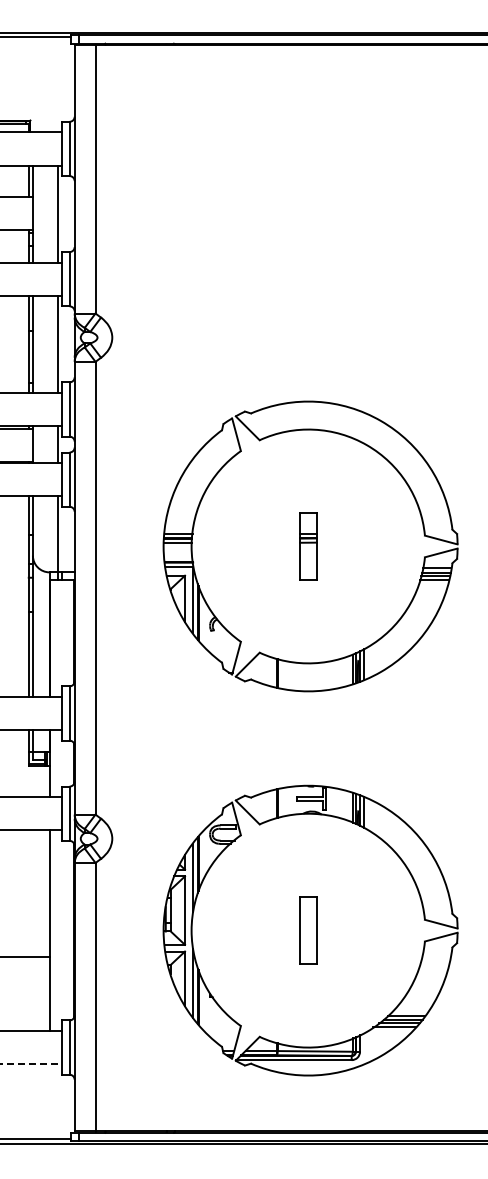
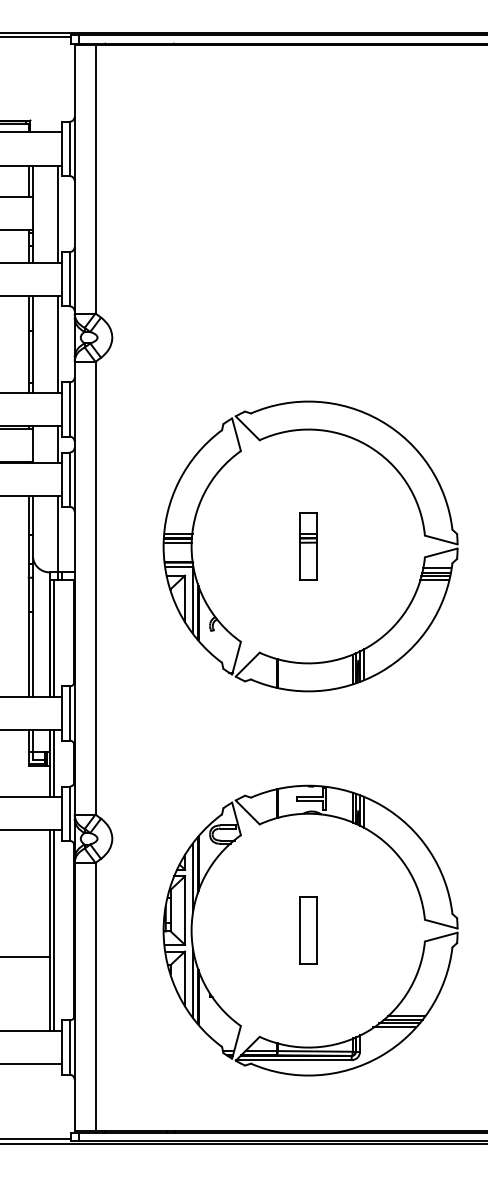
line at (53, 637): none -> present
line at (53, 763): none -> present
line at (53, 930): none -> present
line at (31, 1064): dashed -> solid
